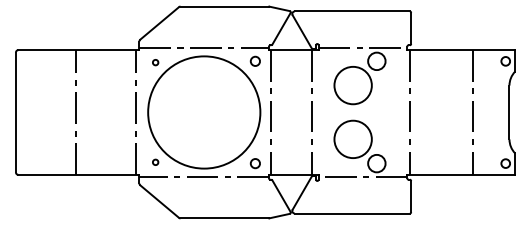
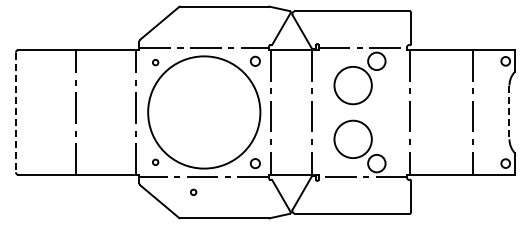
line at (15, 112): solid -> dashed
line at (509, 112): solid -> dashed
circle at (193, 191): none -> present
